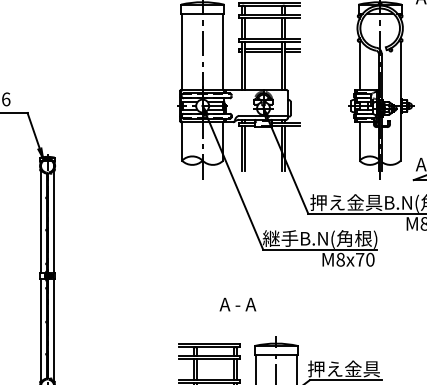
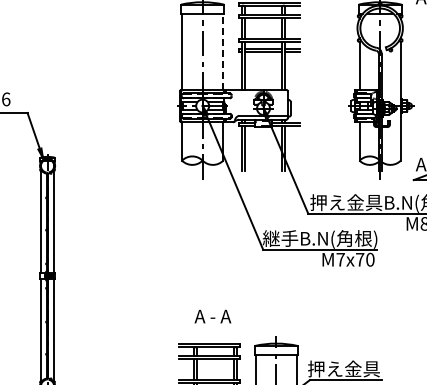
line at (223, 51): solid -> dashed
text at (340, 259): M8x70 -> M7x70
text at (237, 304) position: (237, 304) -> (212, 316)
